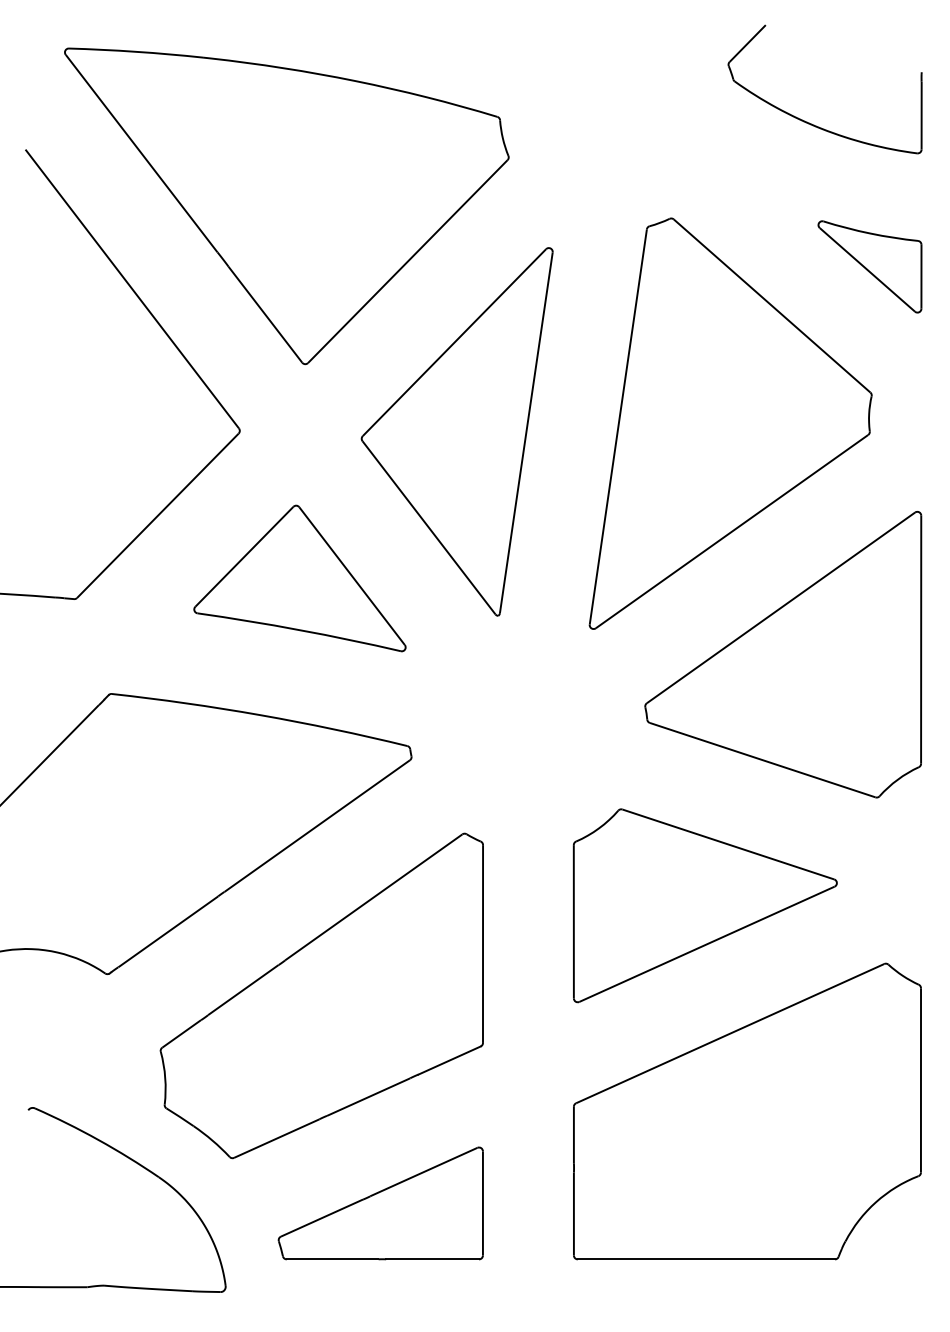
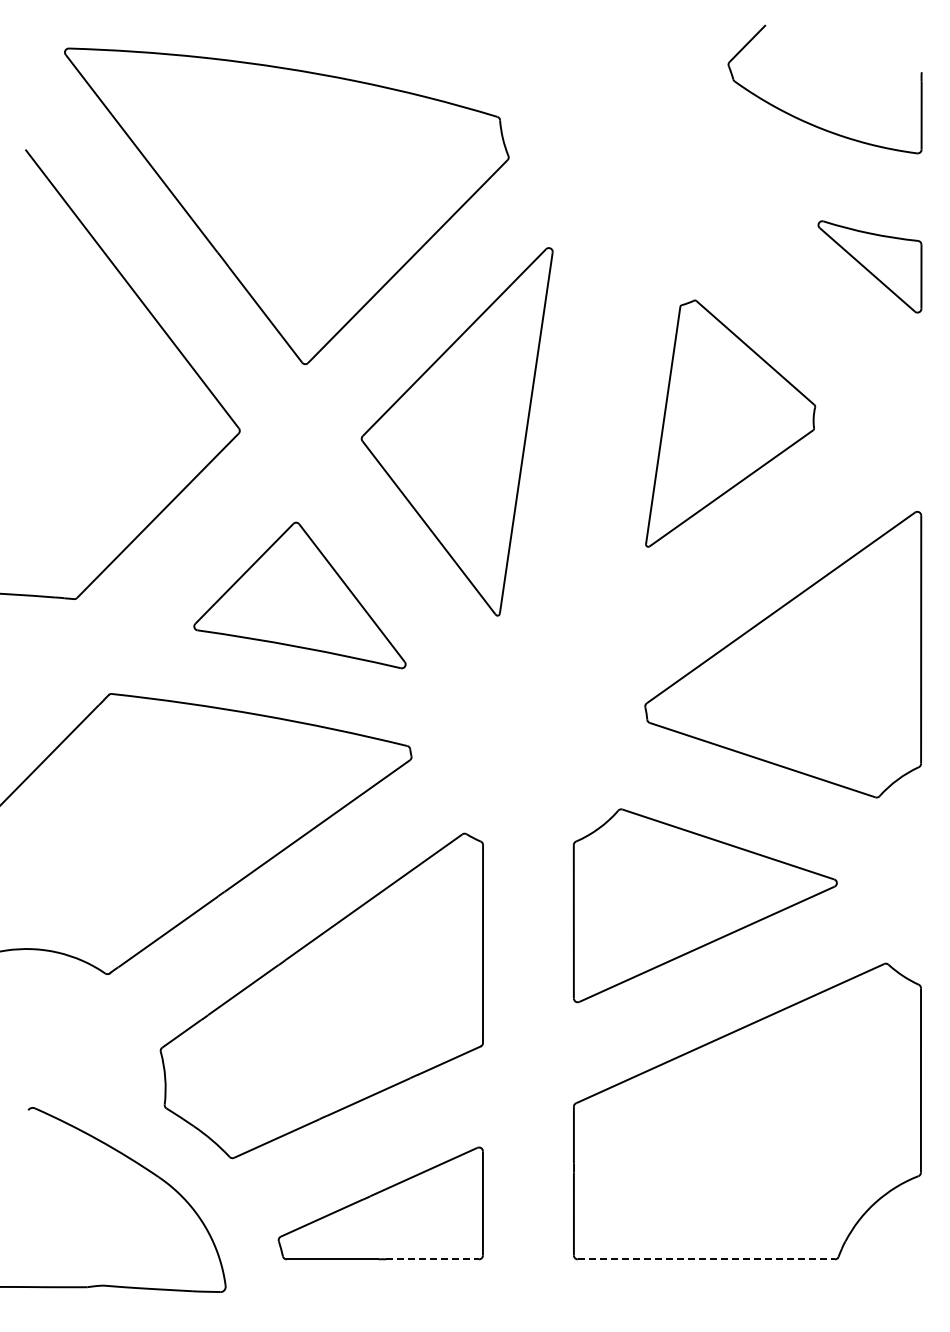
part at (730, 423) size: 285x413 px -> 172x249 px
part at (299, 578) position: (299, 578) -> (299, 595)
line at (433, 1259): solid -> dashed
line at (706, 1259): solid -> dashed
